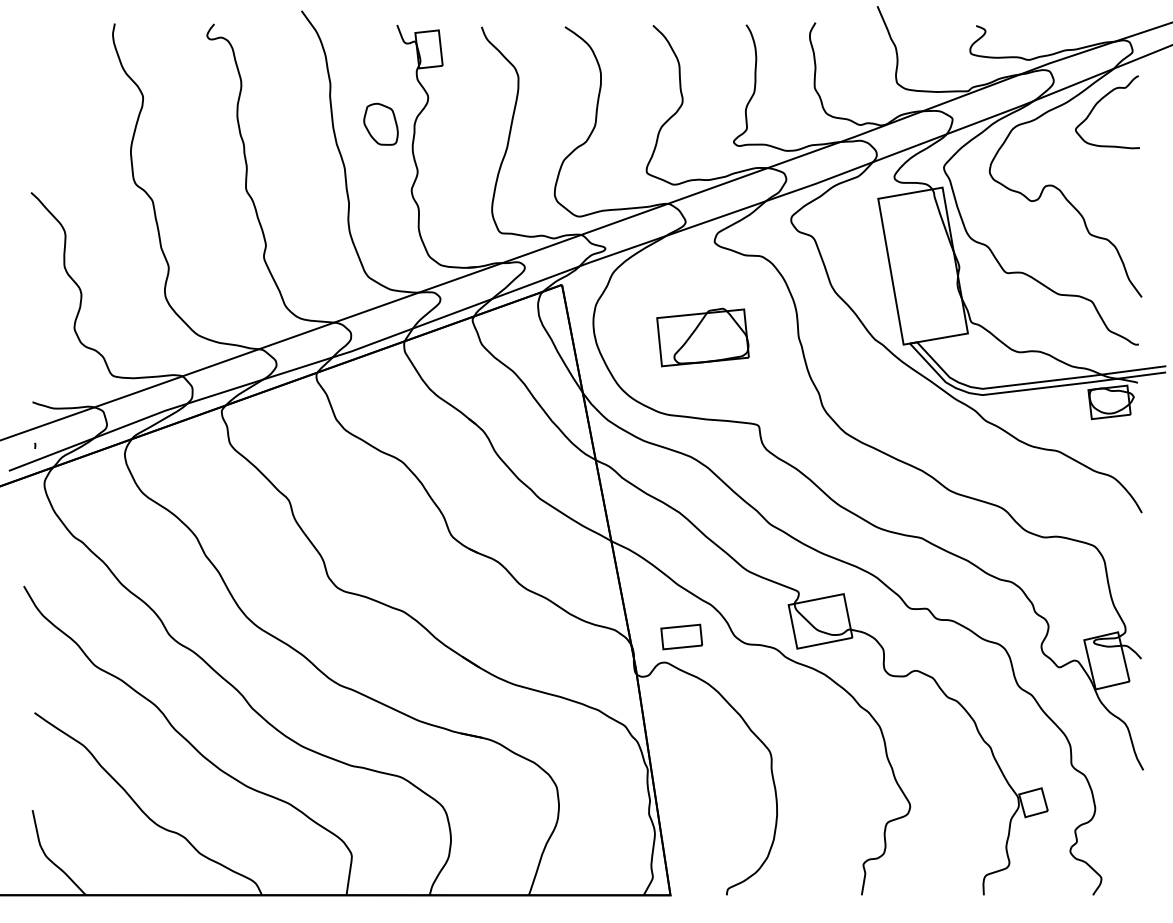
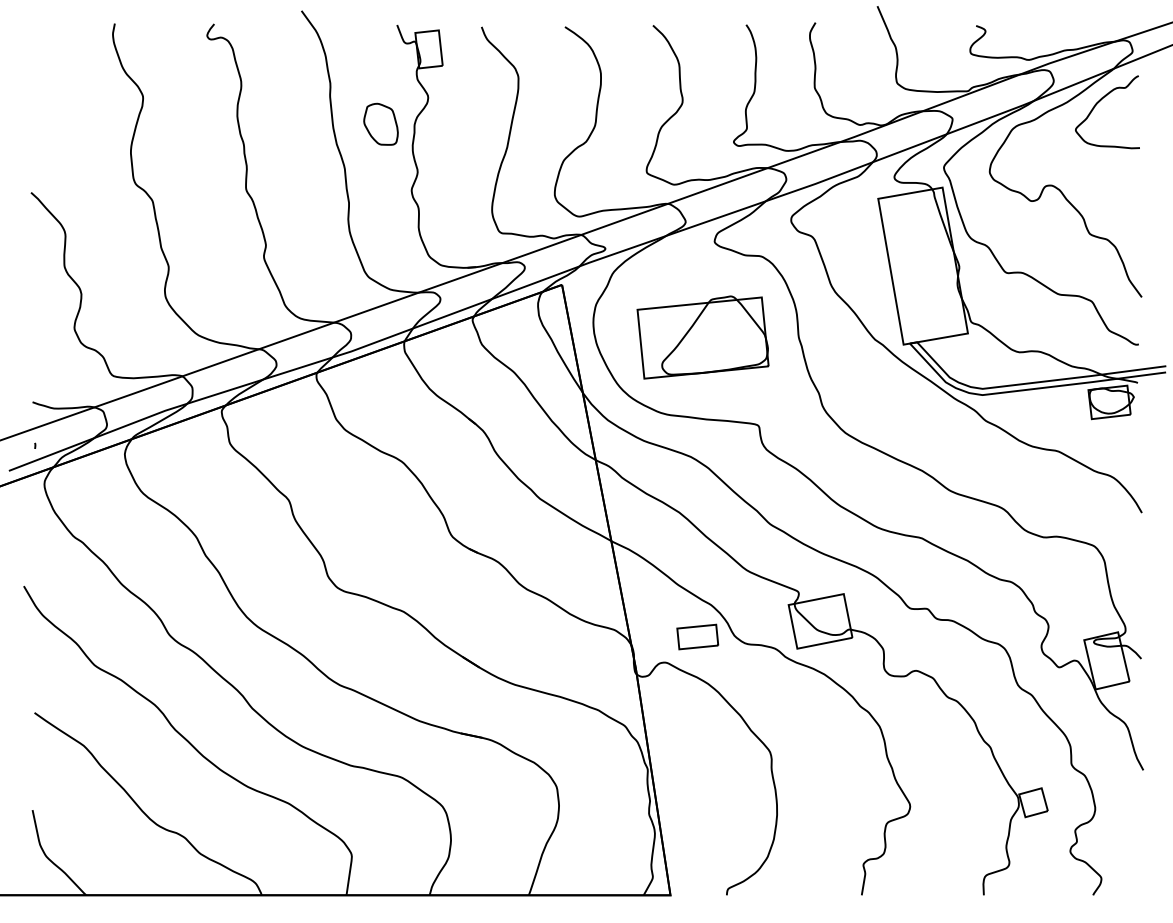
part at (702, 337) size: 94x61 px -> 134x85 px
part at (681, 636) position: (681, 636) -> (697, 636)
